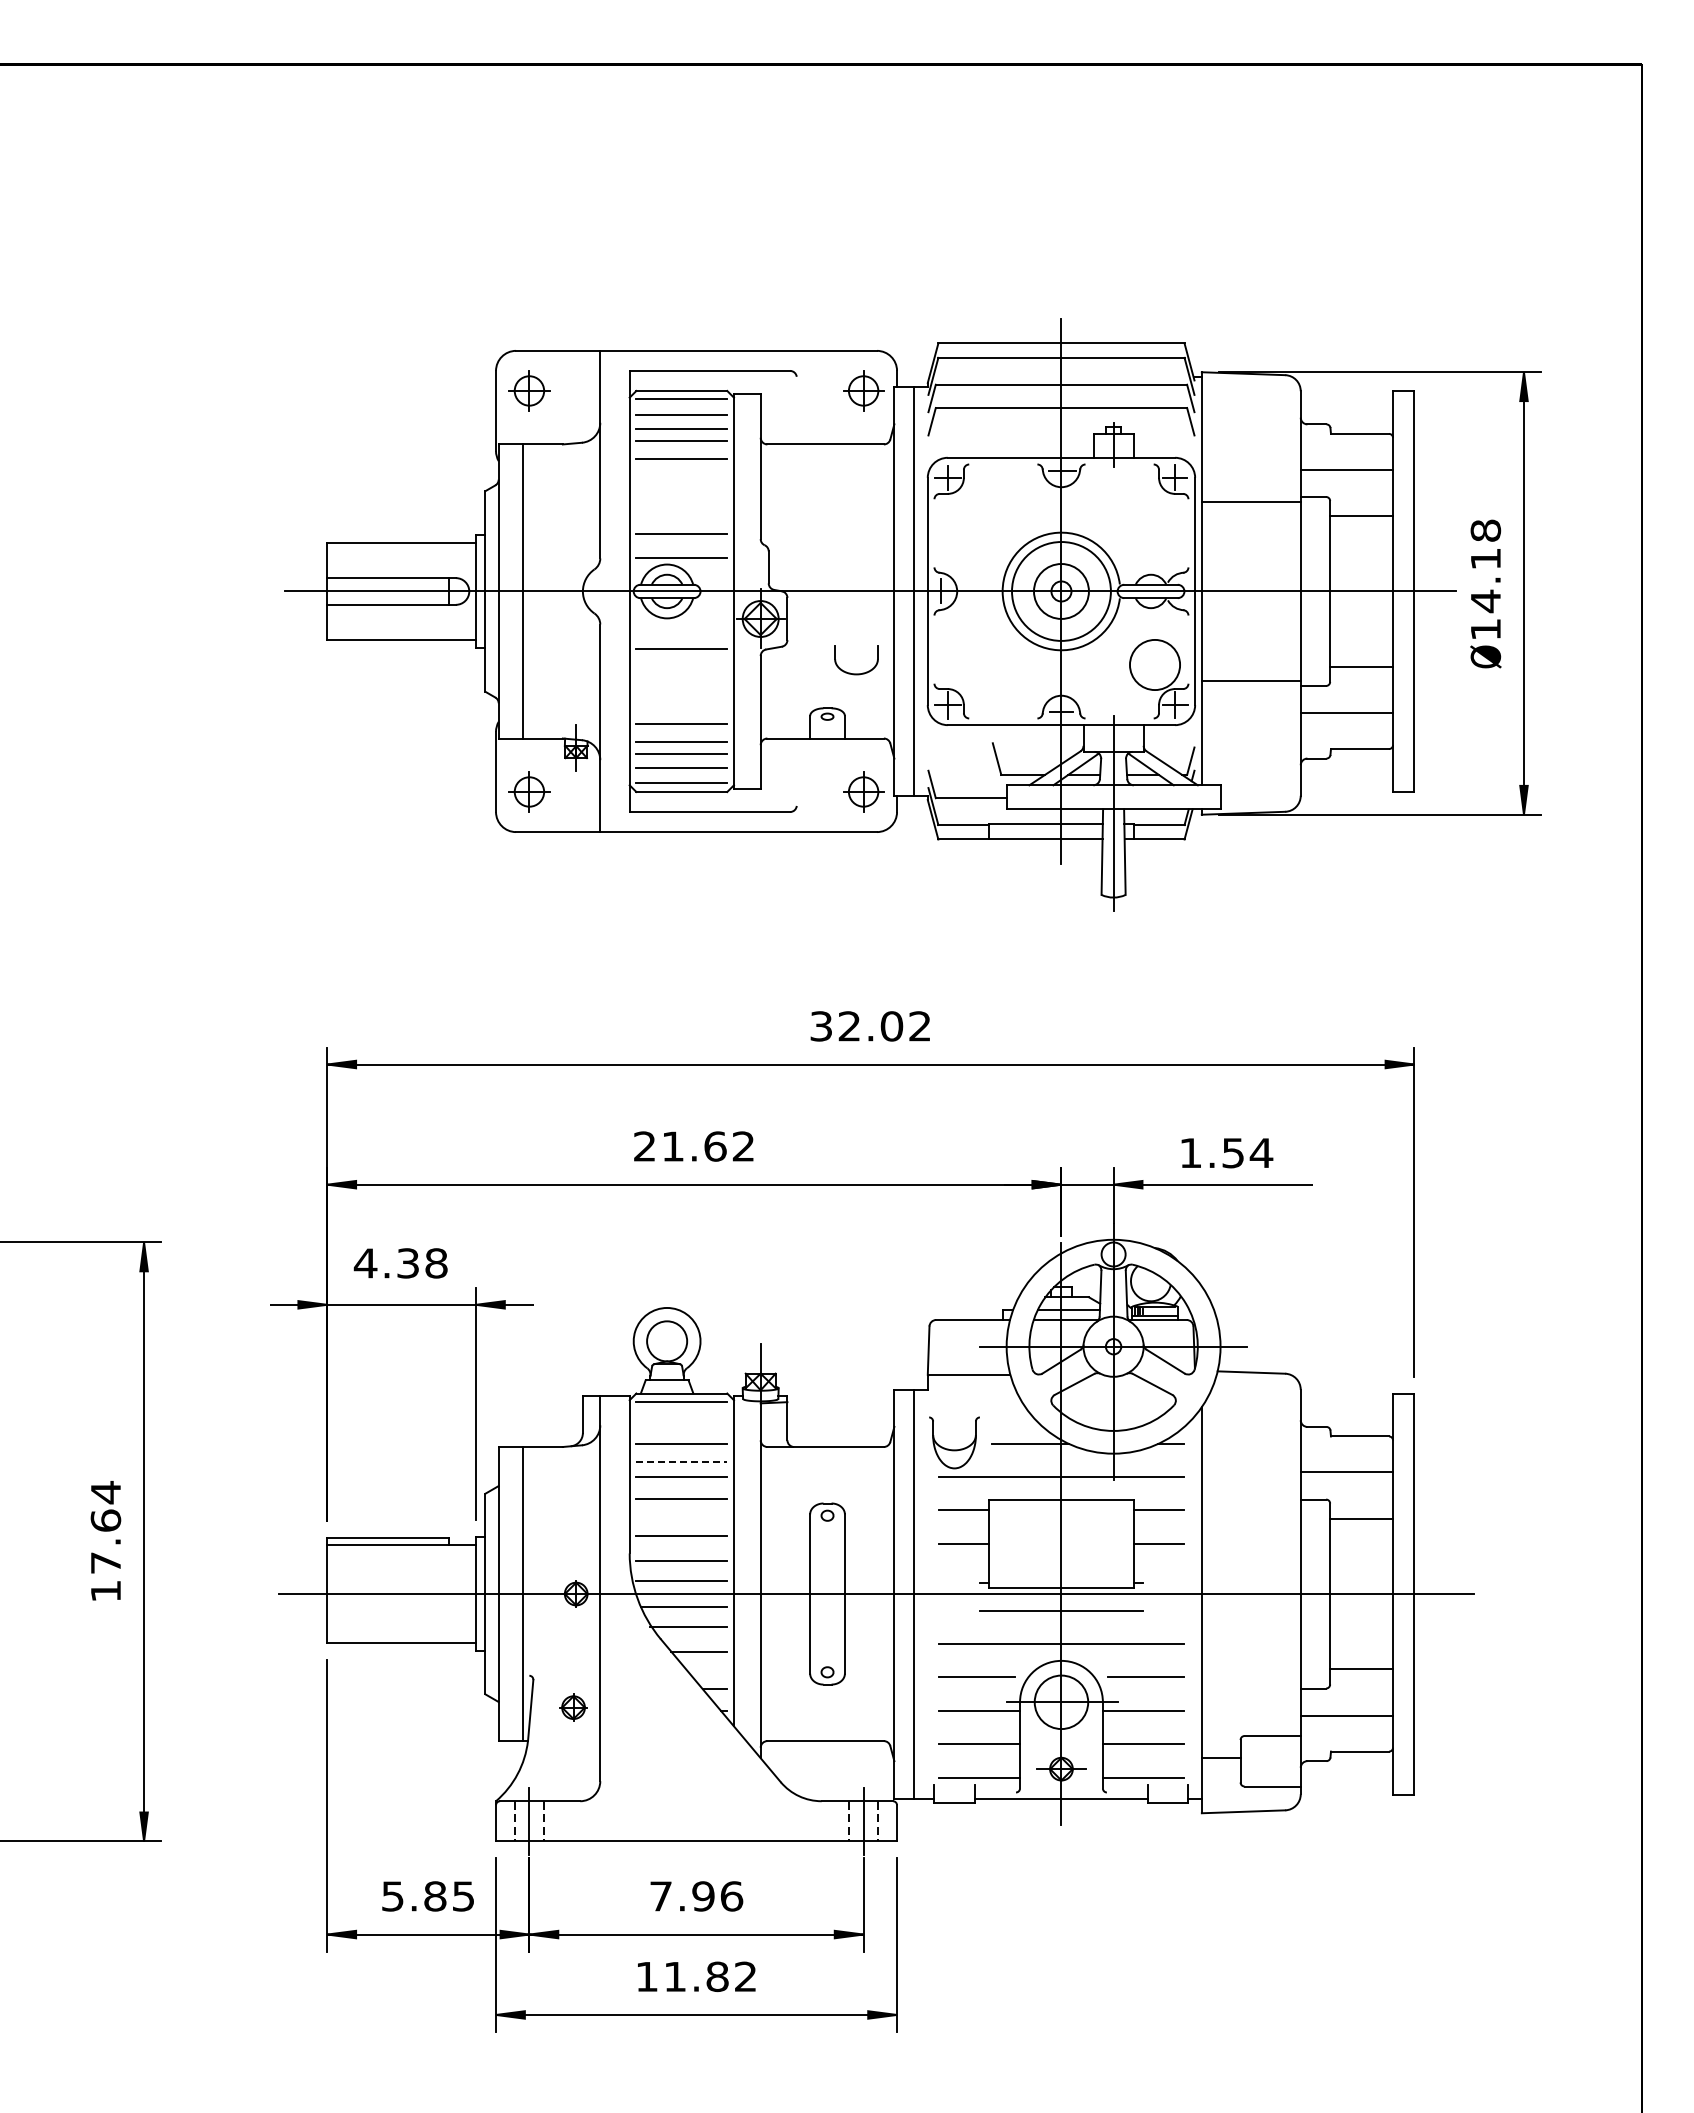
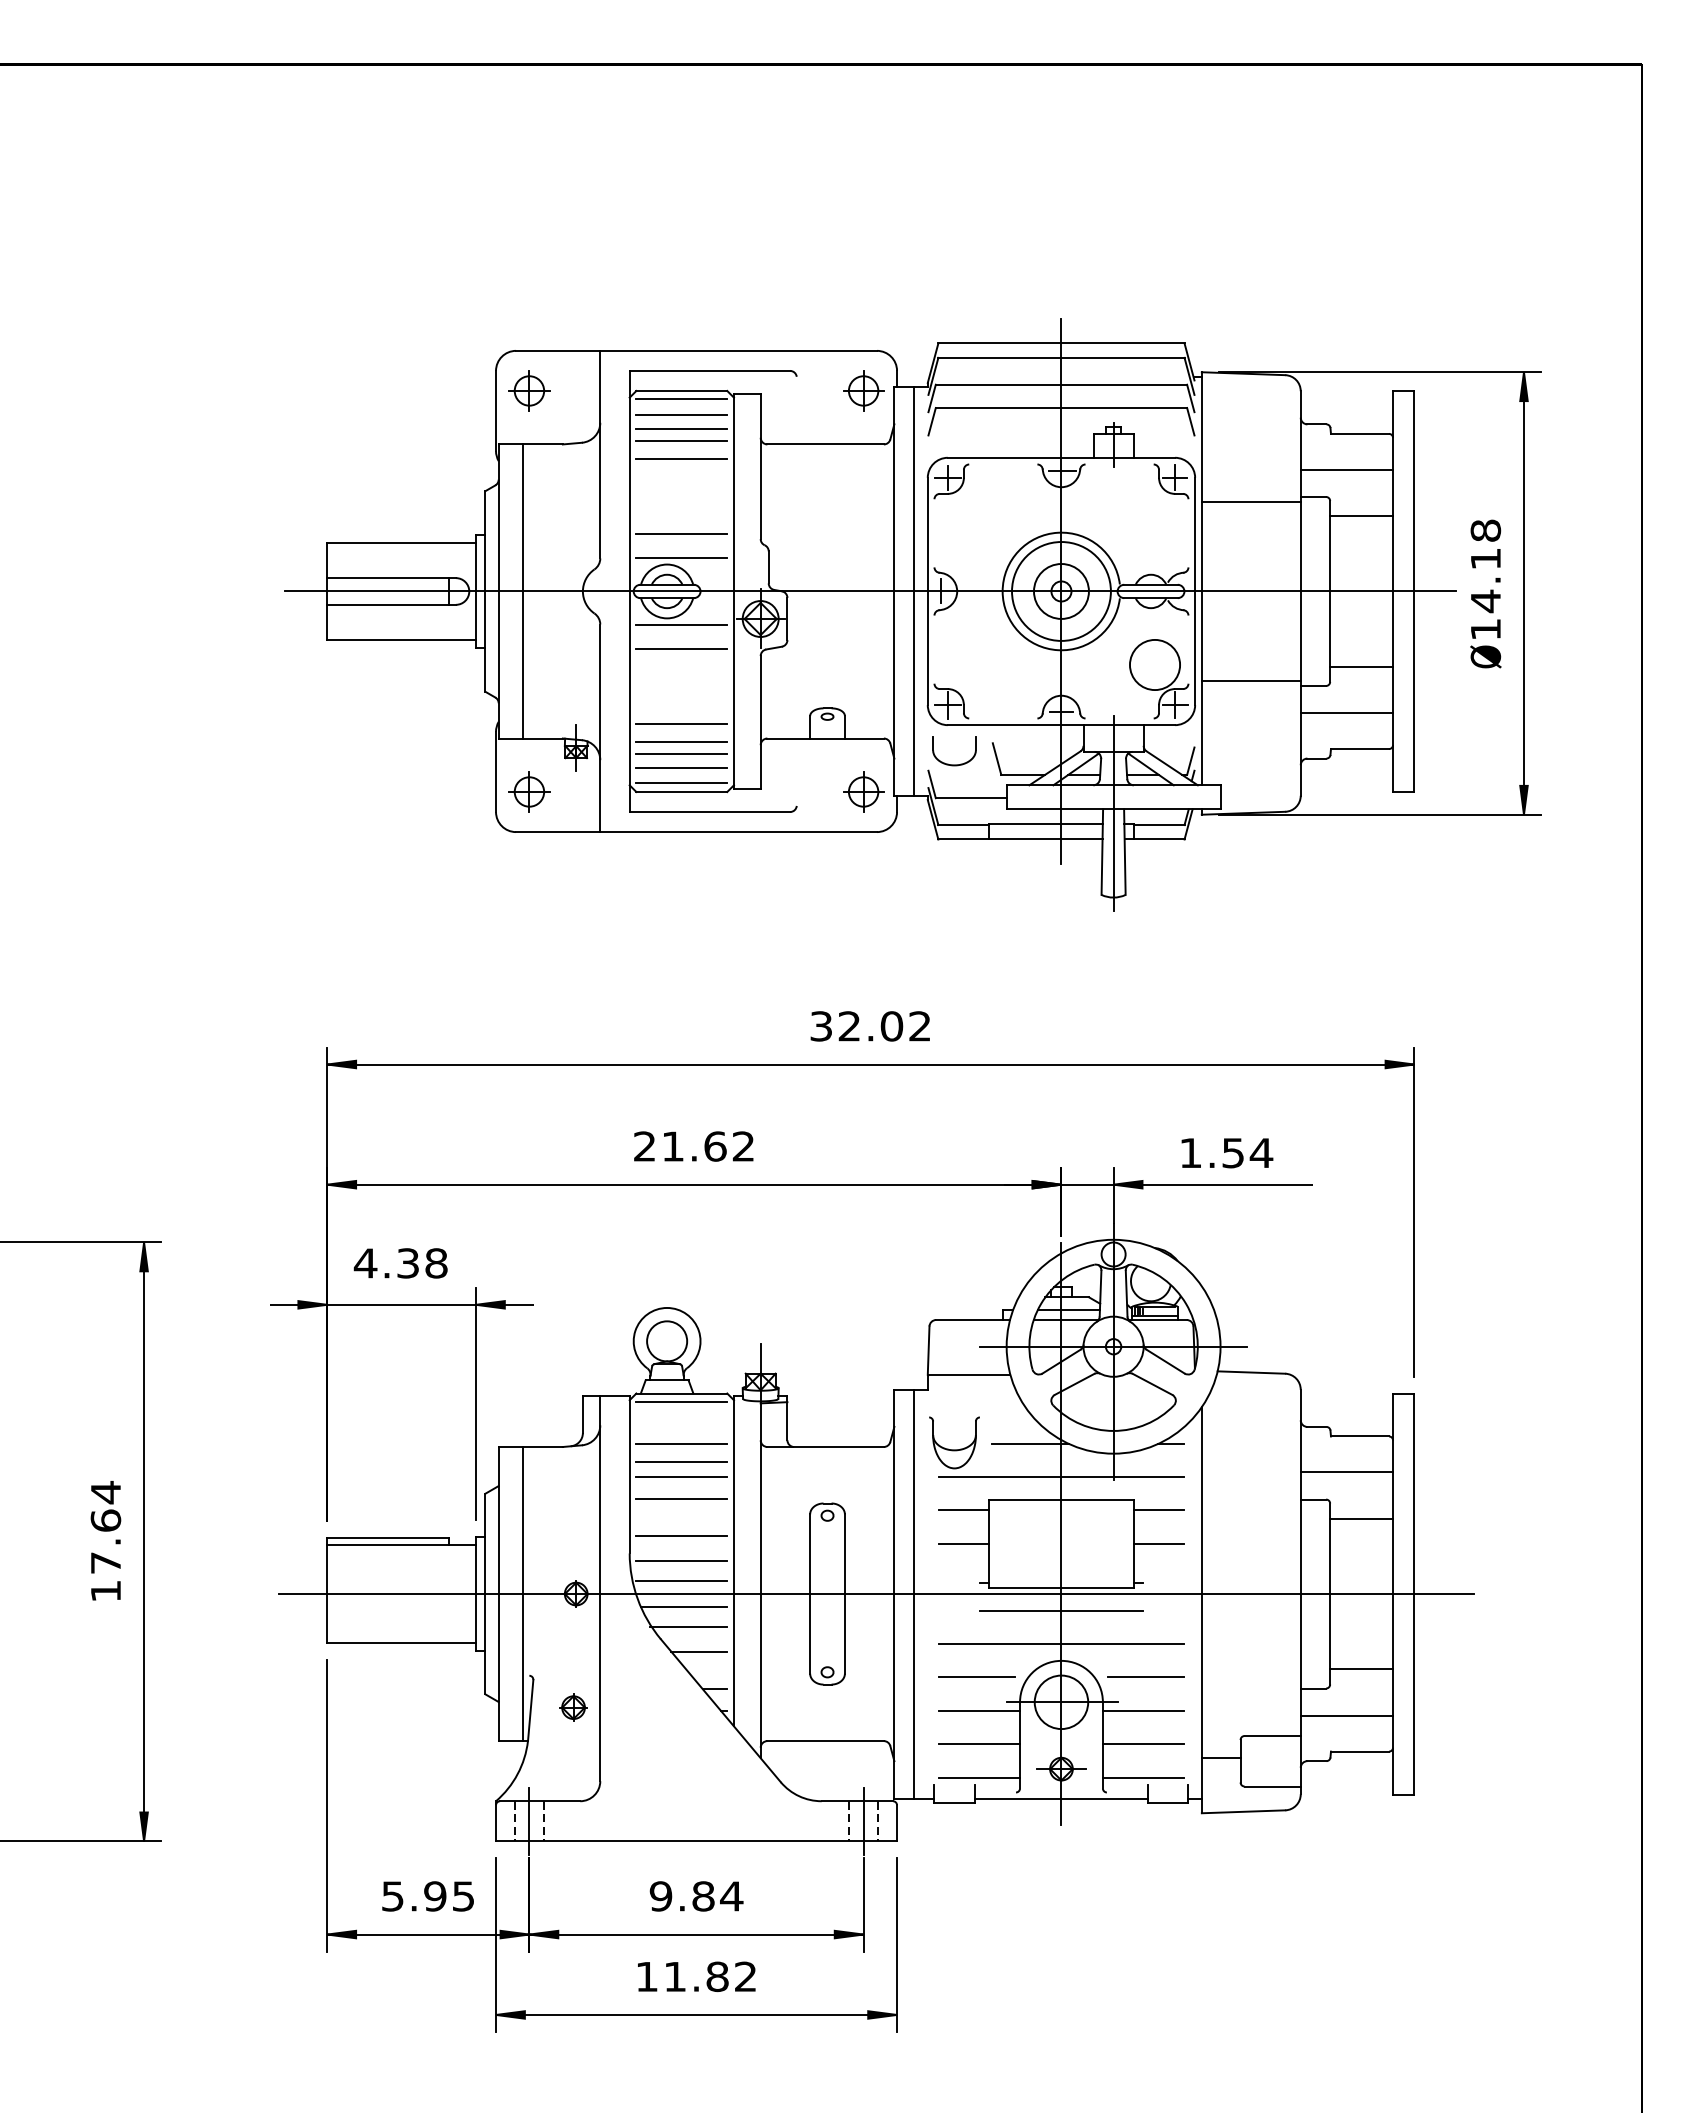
line at (681, 624): none -> present
part at (856, 673) position: (856, 673) -> (954, 764)
line at (682, 1461): dashed -> solid
text at (435, 1896): 5.85 -> 5.95
text at (696, 1896): 7.96 -> 9.84
